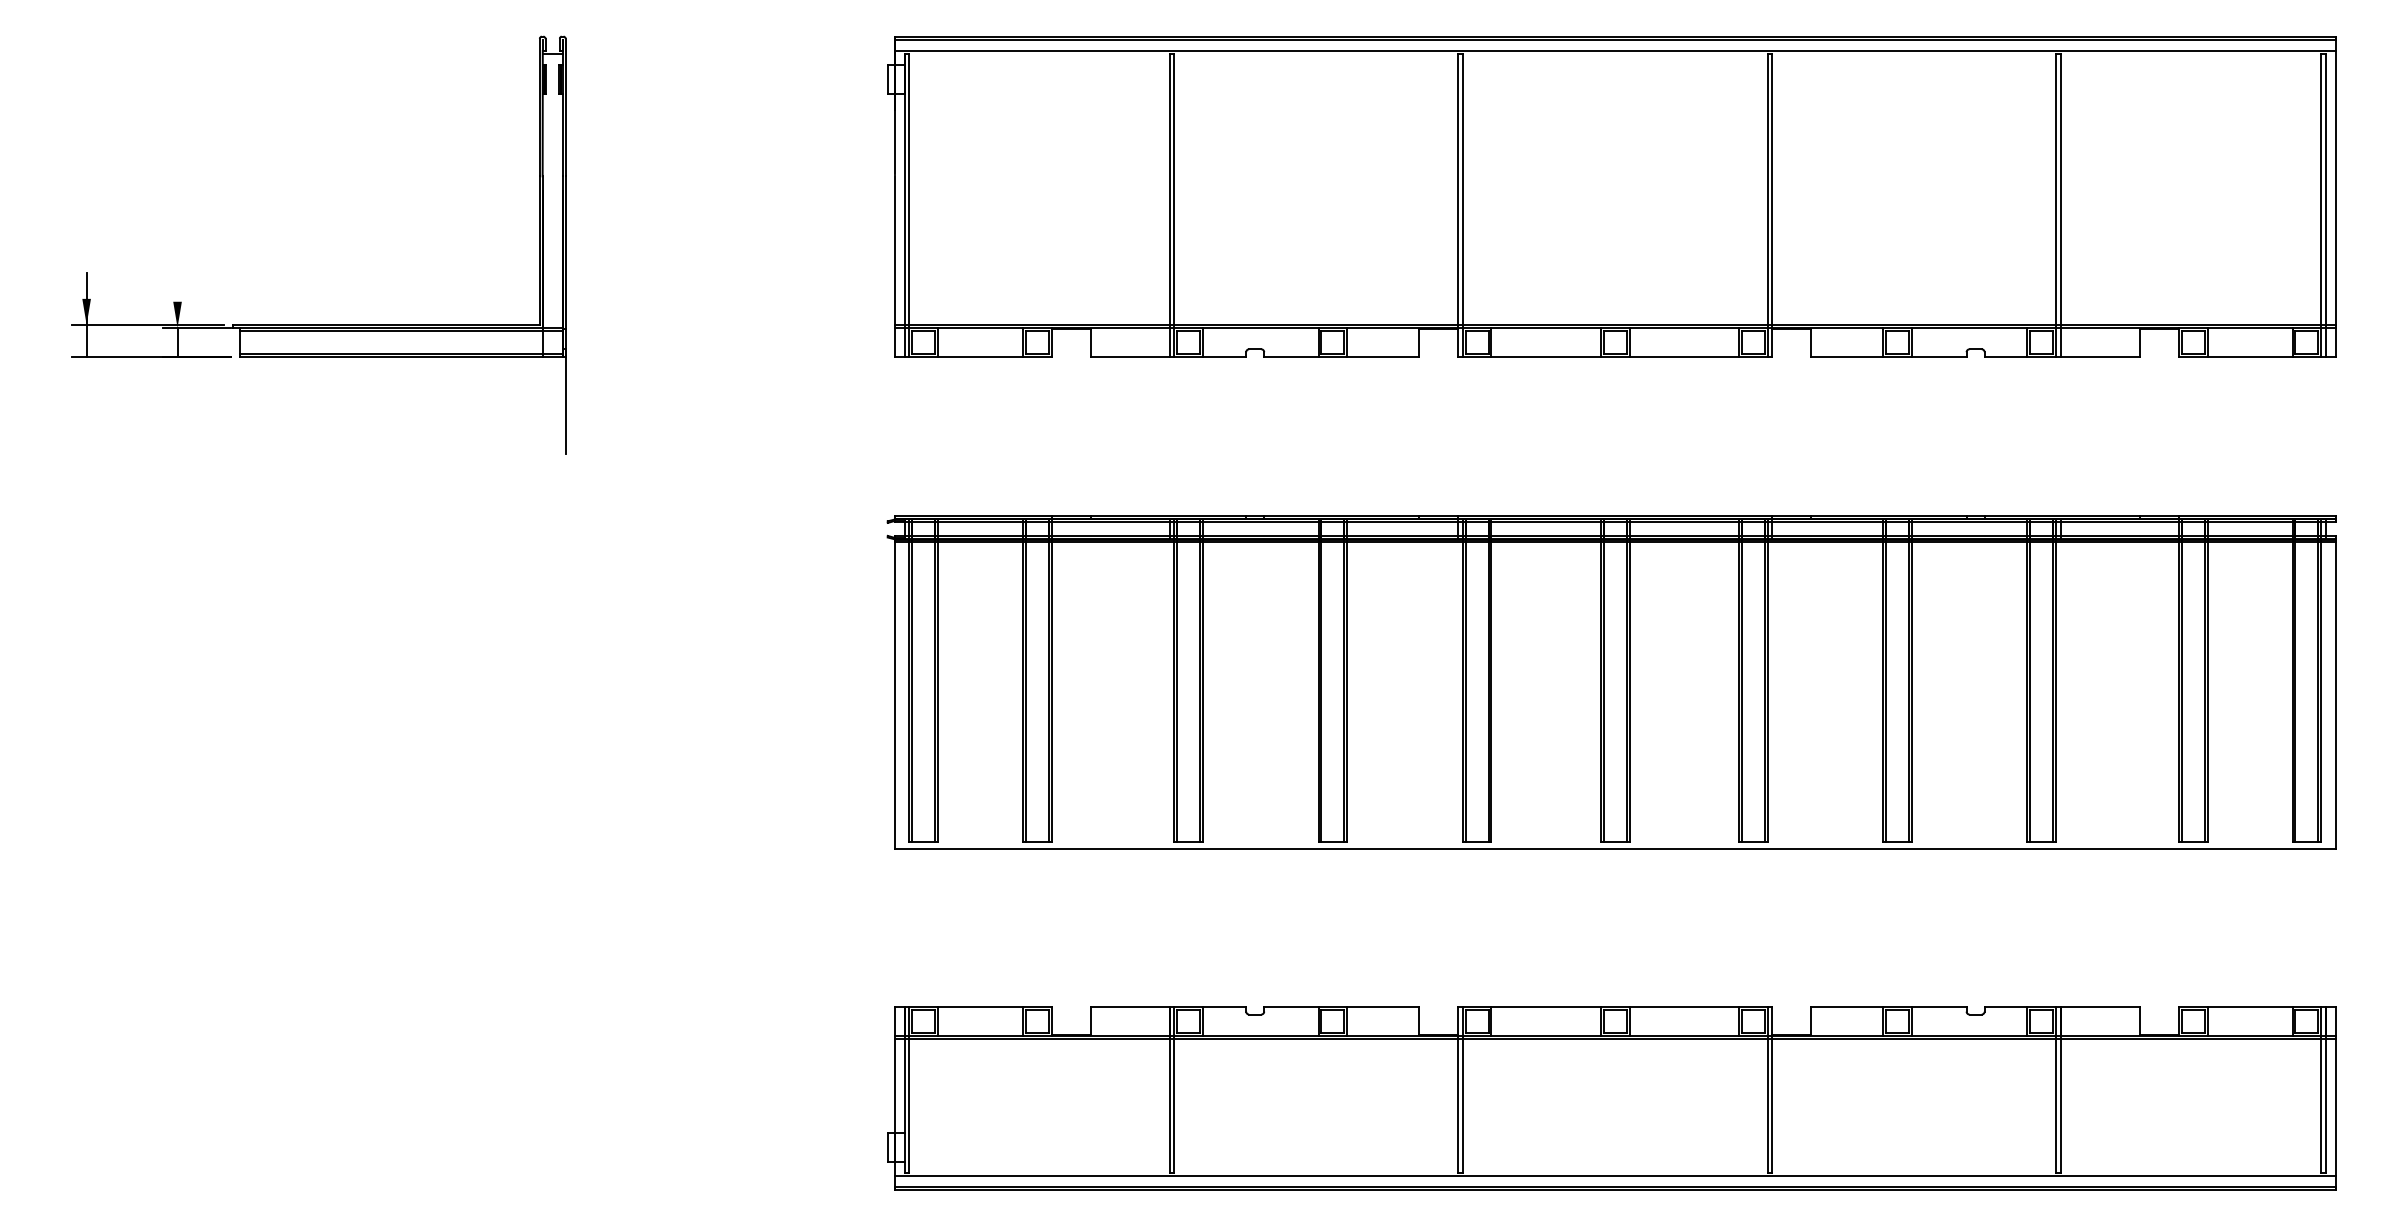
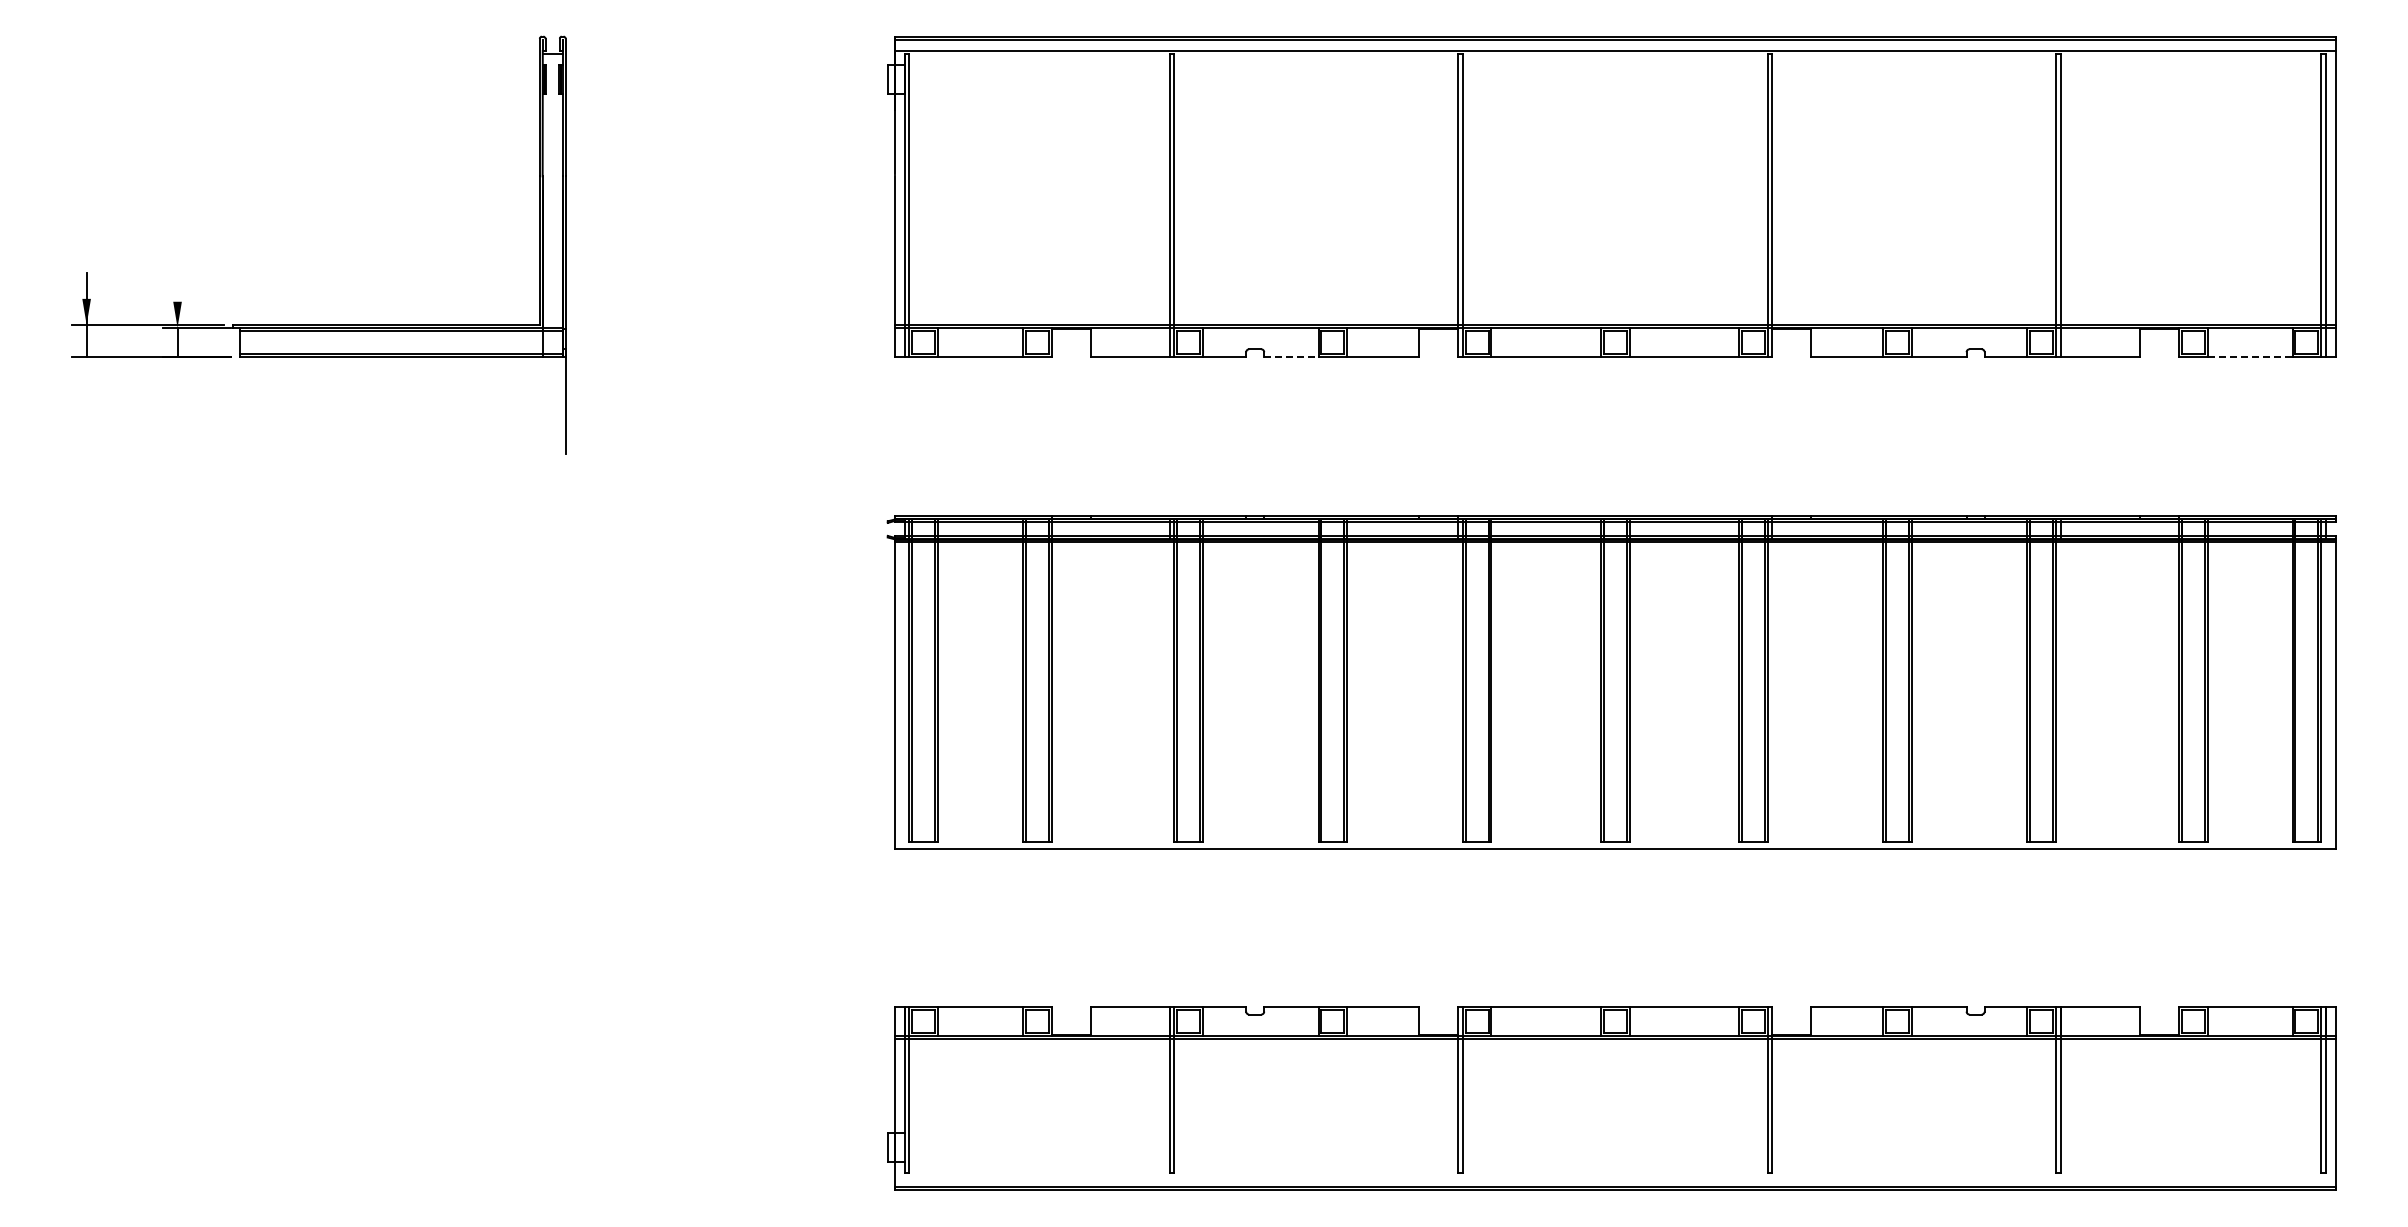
line at (1291, 356): solid -> dashed
line at (2250, 356): solid -> dashed
line at (1614, 1175): present -> none
